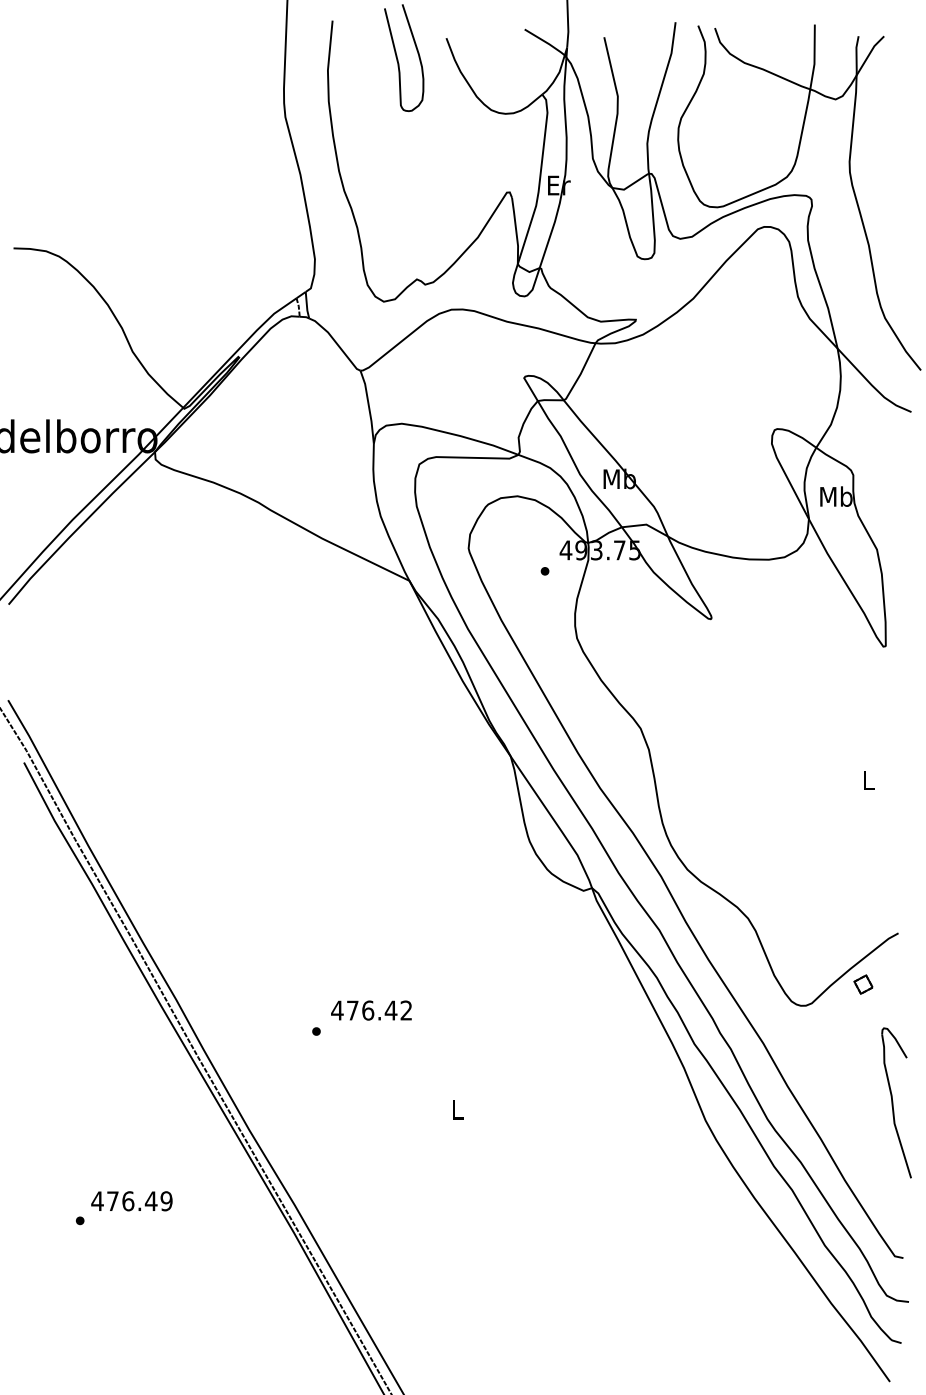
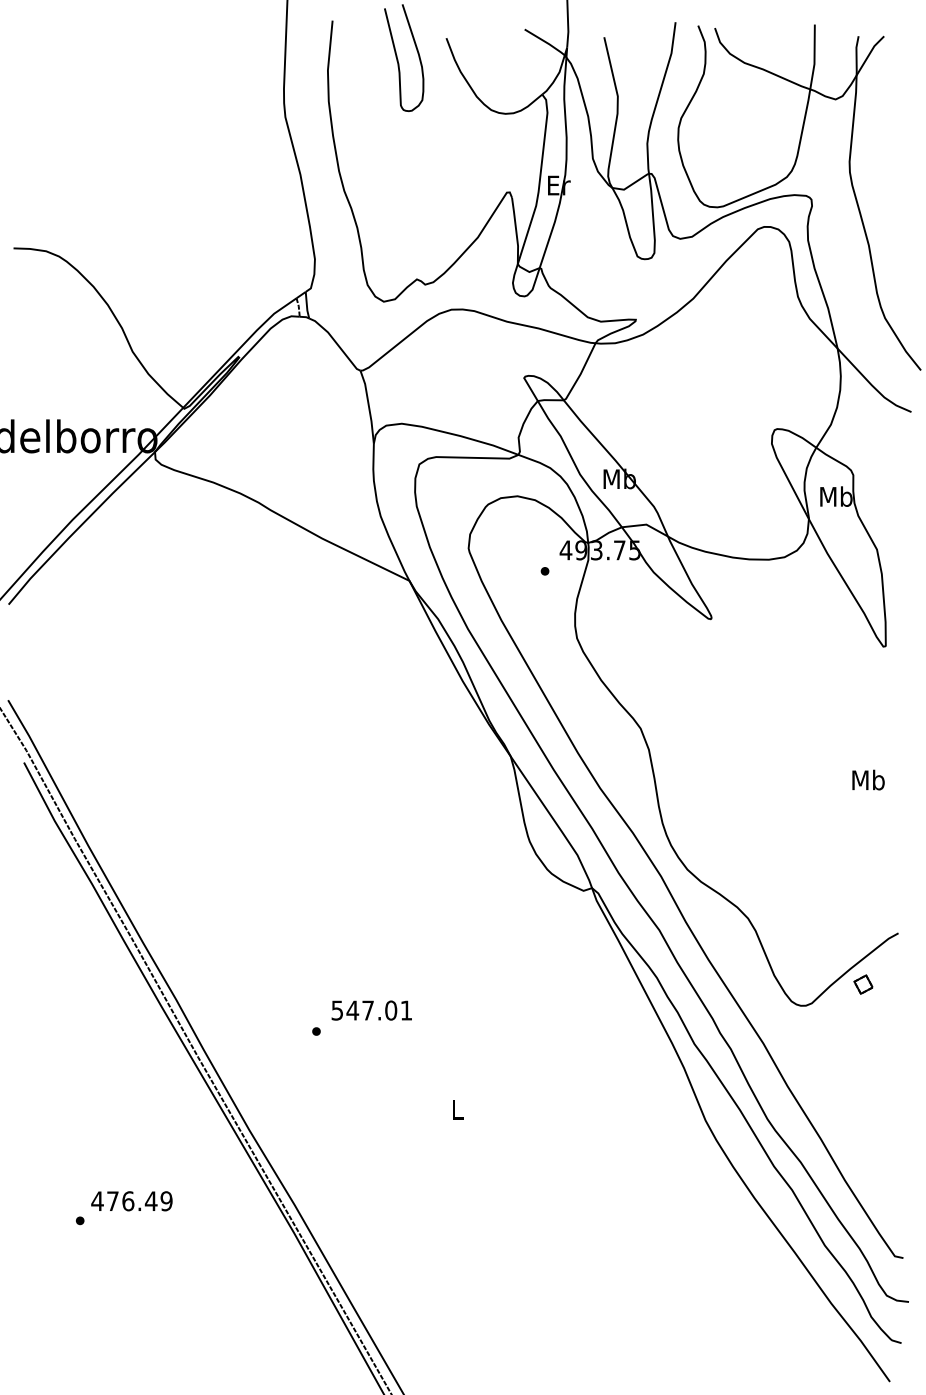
text at (868, 779): L -> Mb
text at (371, 1010): 476.42 -> 547.01
part at (896, 1102): present -> none
